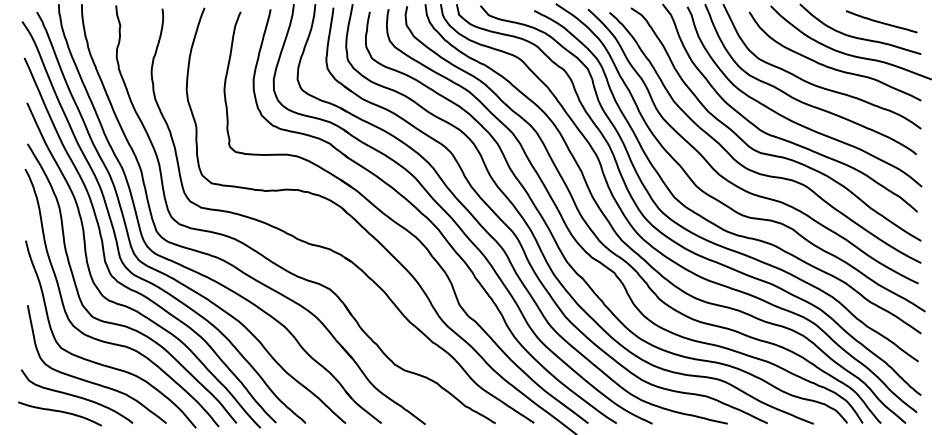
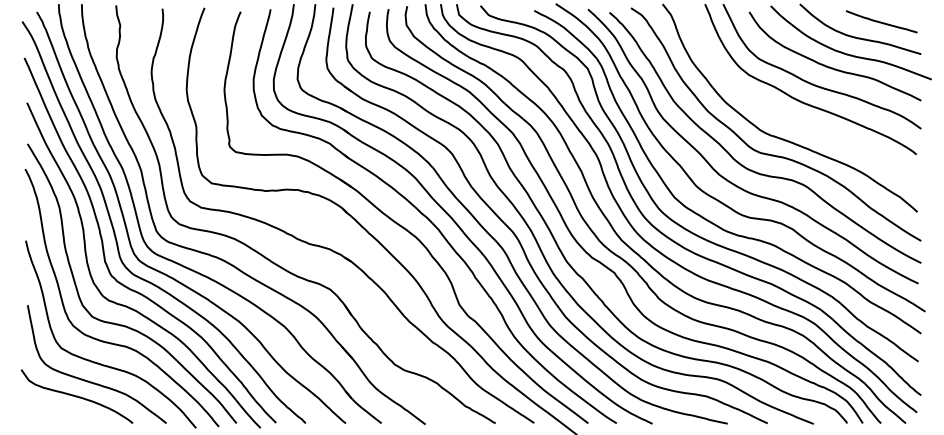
curve at (793, 120): present -> none
curve at (59, 412): present -> none
